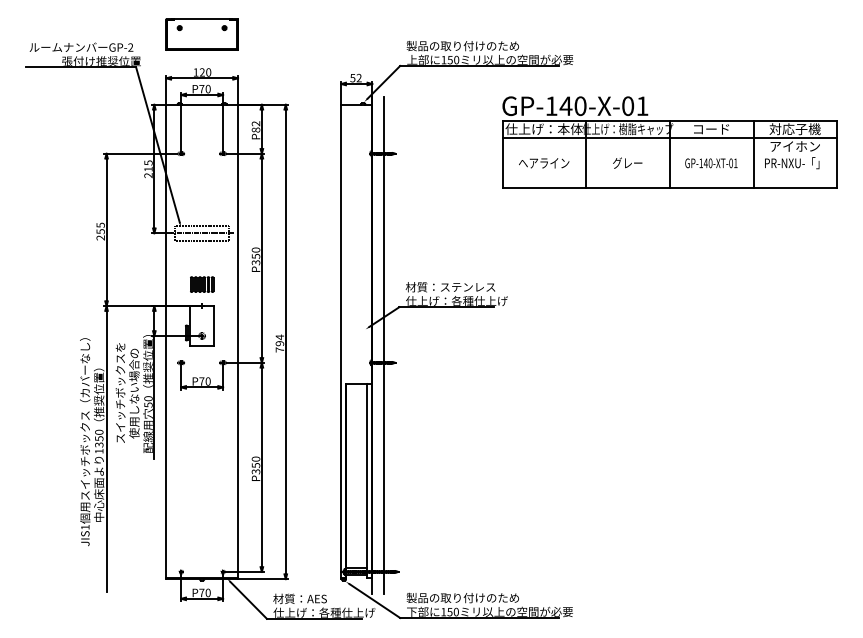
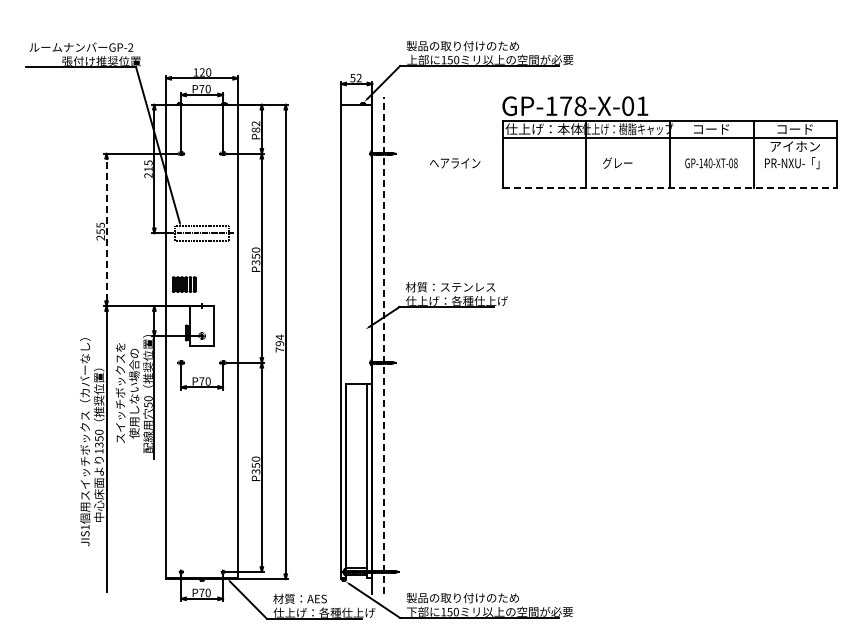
part at (201, 34): present -> none
text at (572, 105): GP-140-X-01 -> GP-178-X-01
text at (794, 129): 対応子機 -> コード
text at (627, 162) position: (627, 162) -> (617, 162)
text at (544, 163) position: (544, 163) -> (455, 163)
text at (735, 163): GP-140-XT-01 -> GP-140-XT-08
line at (670, 187): solid -> dashed
line at (106, 229): solid -> dashed
part at (202, 284) position: (202, 284) -> (184, 284)
line at (384, 344): solid -> dashed
